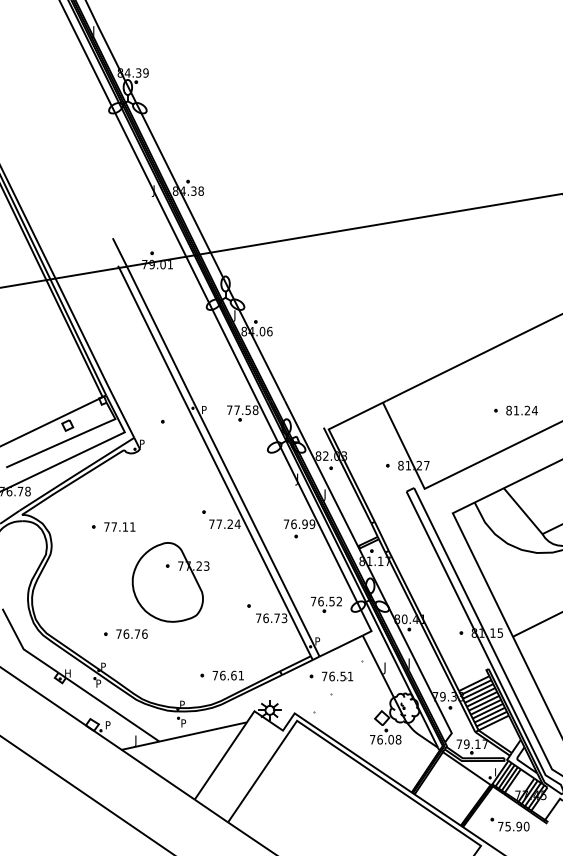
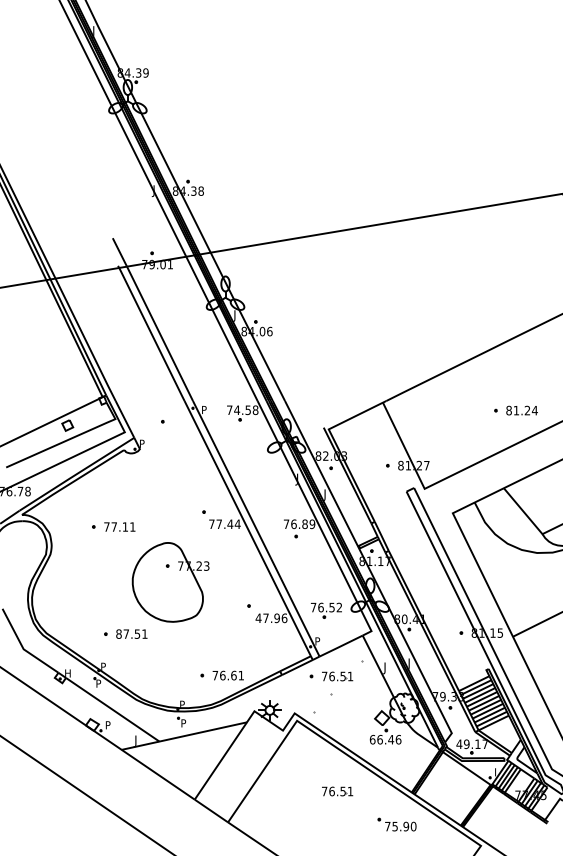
text at (237, 409): 77.58 -> 74.58
text at (230, 523): 77.24 -> 77.44
text at (304, 523): 76.99 -> 76.89
part at (326, 604) position: (326, 604) -> (326, 610)
text at (271, 618): 76.73 -> 47.96
text at (131, 633): 76.76 -> 87.51
text at (385, 739): 76.08 -> 66.46
text at (459, 743): 79.17 -> 49.17
part at (337, 791): none -> present
part at (509, 824) position: (509, 824) -> (396, 824)
